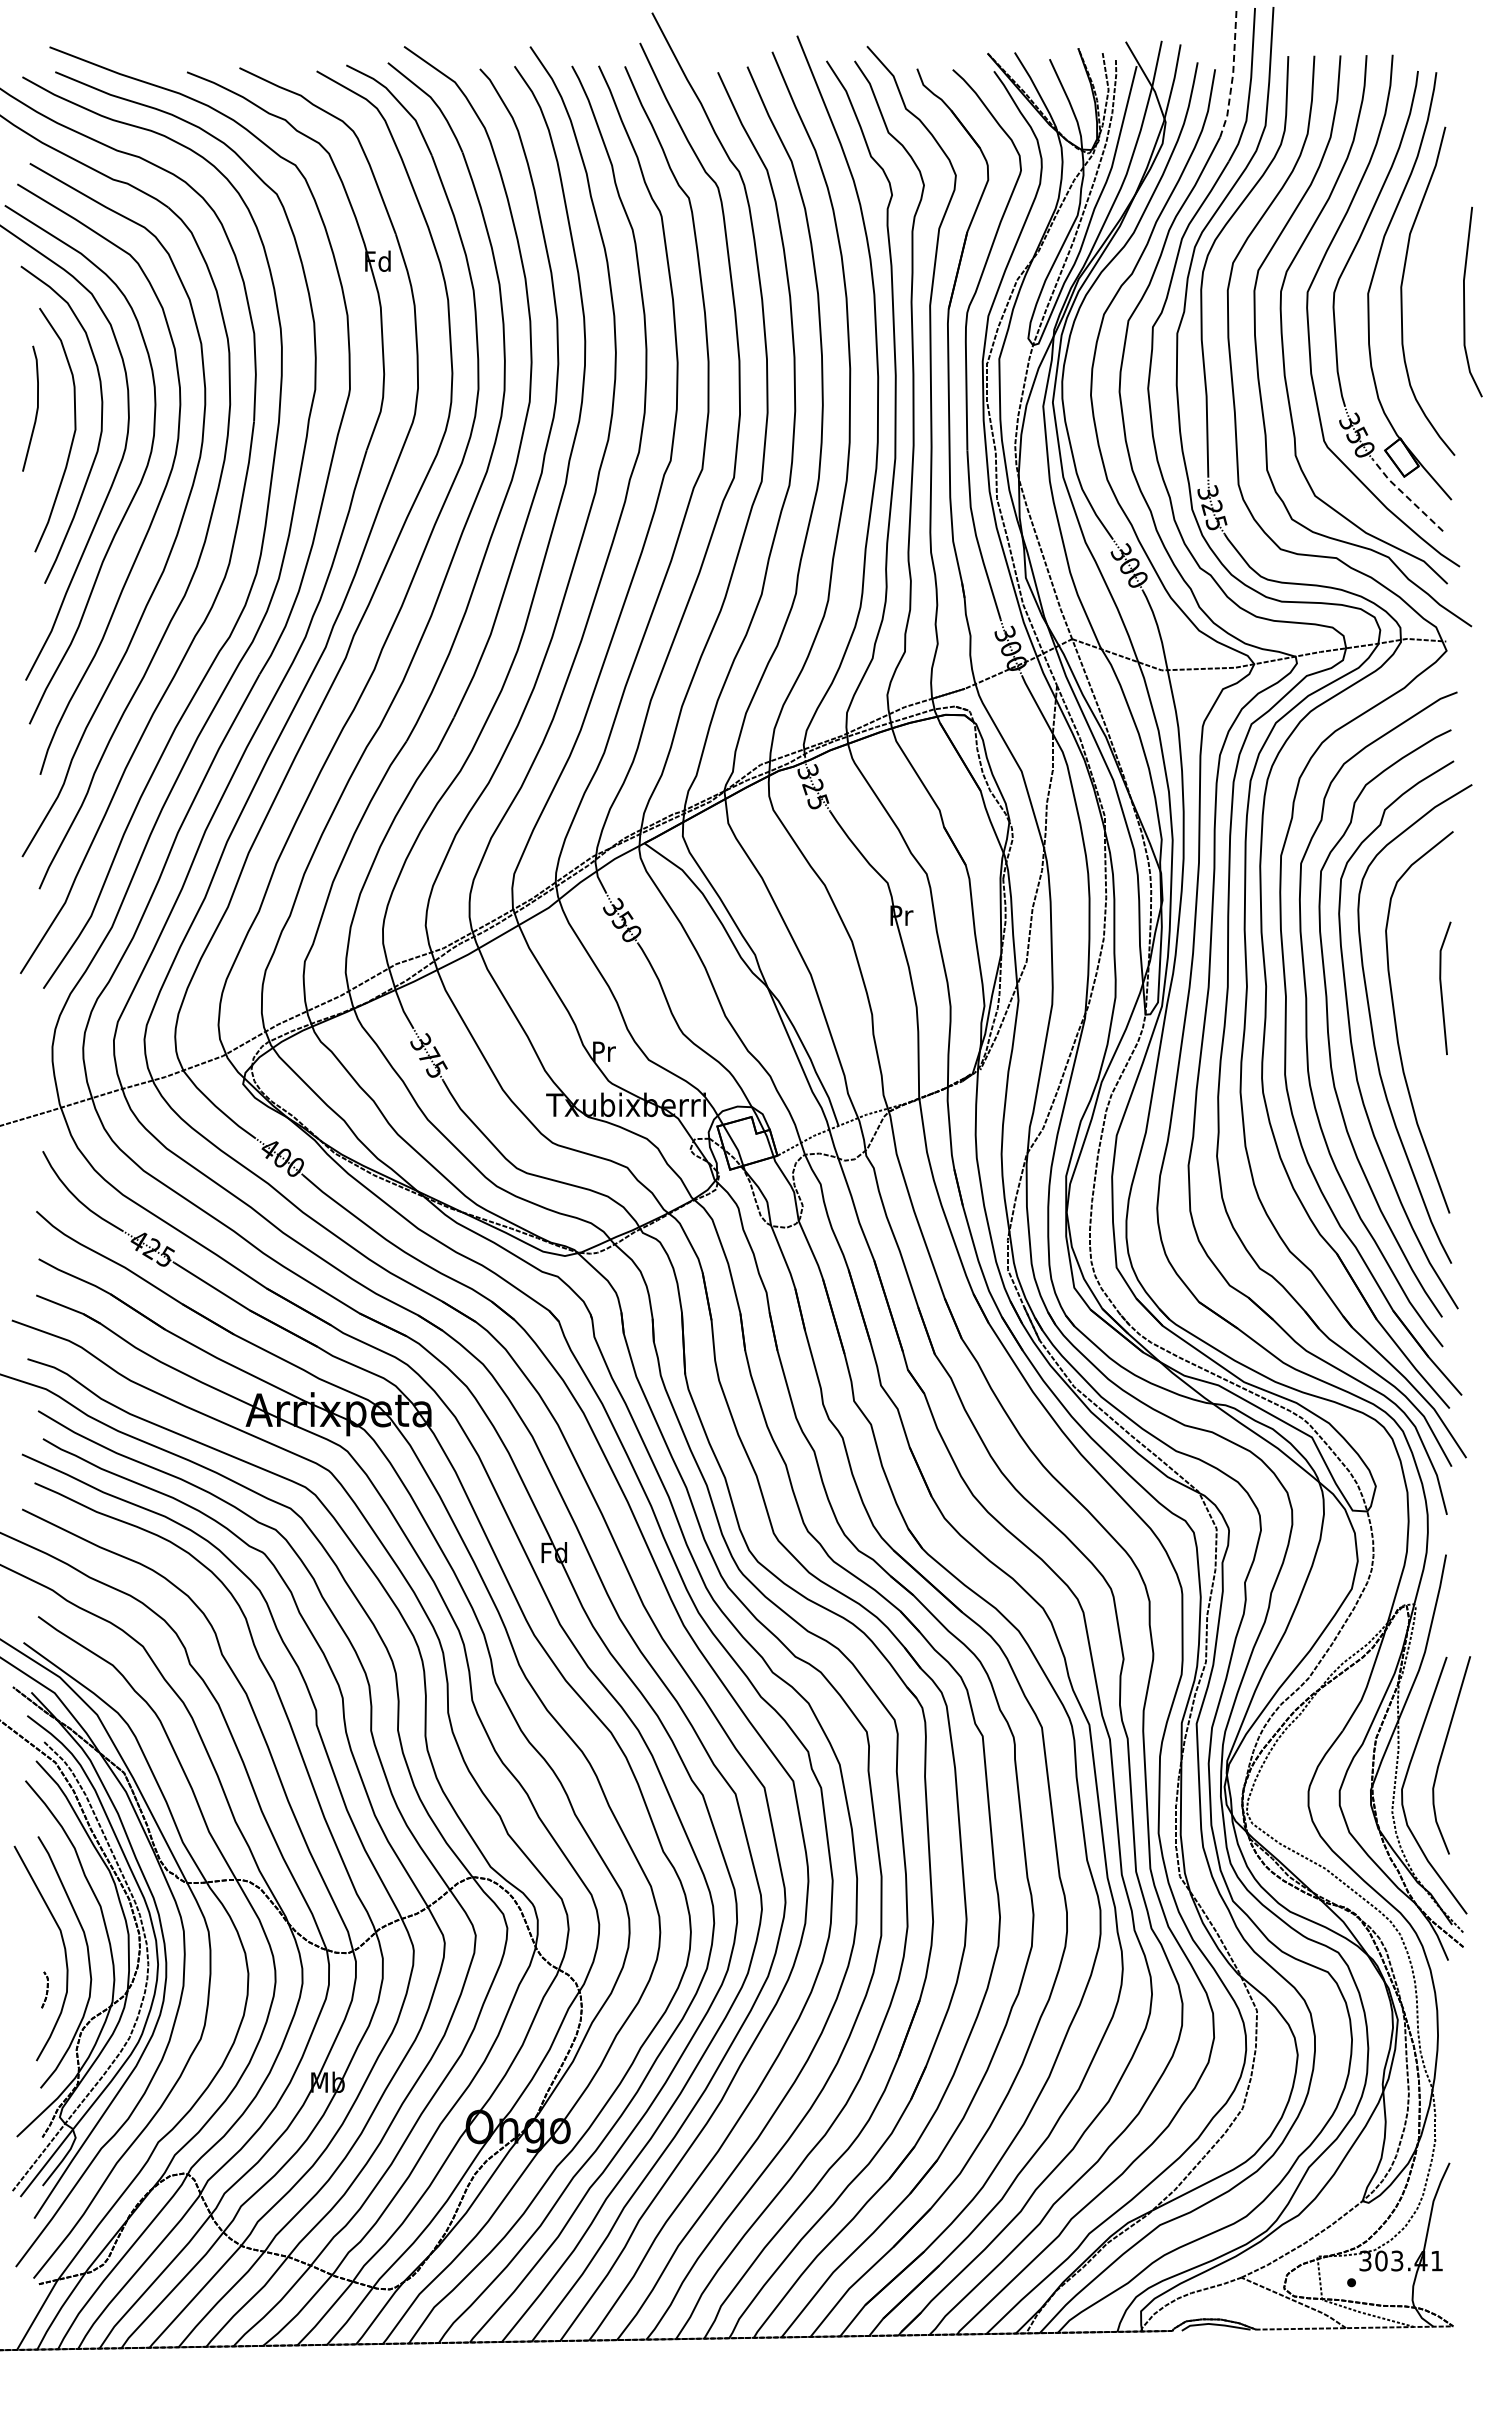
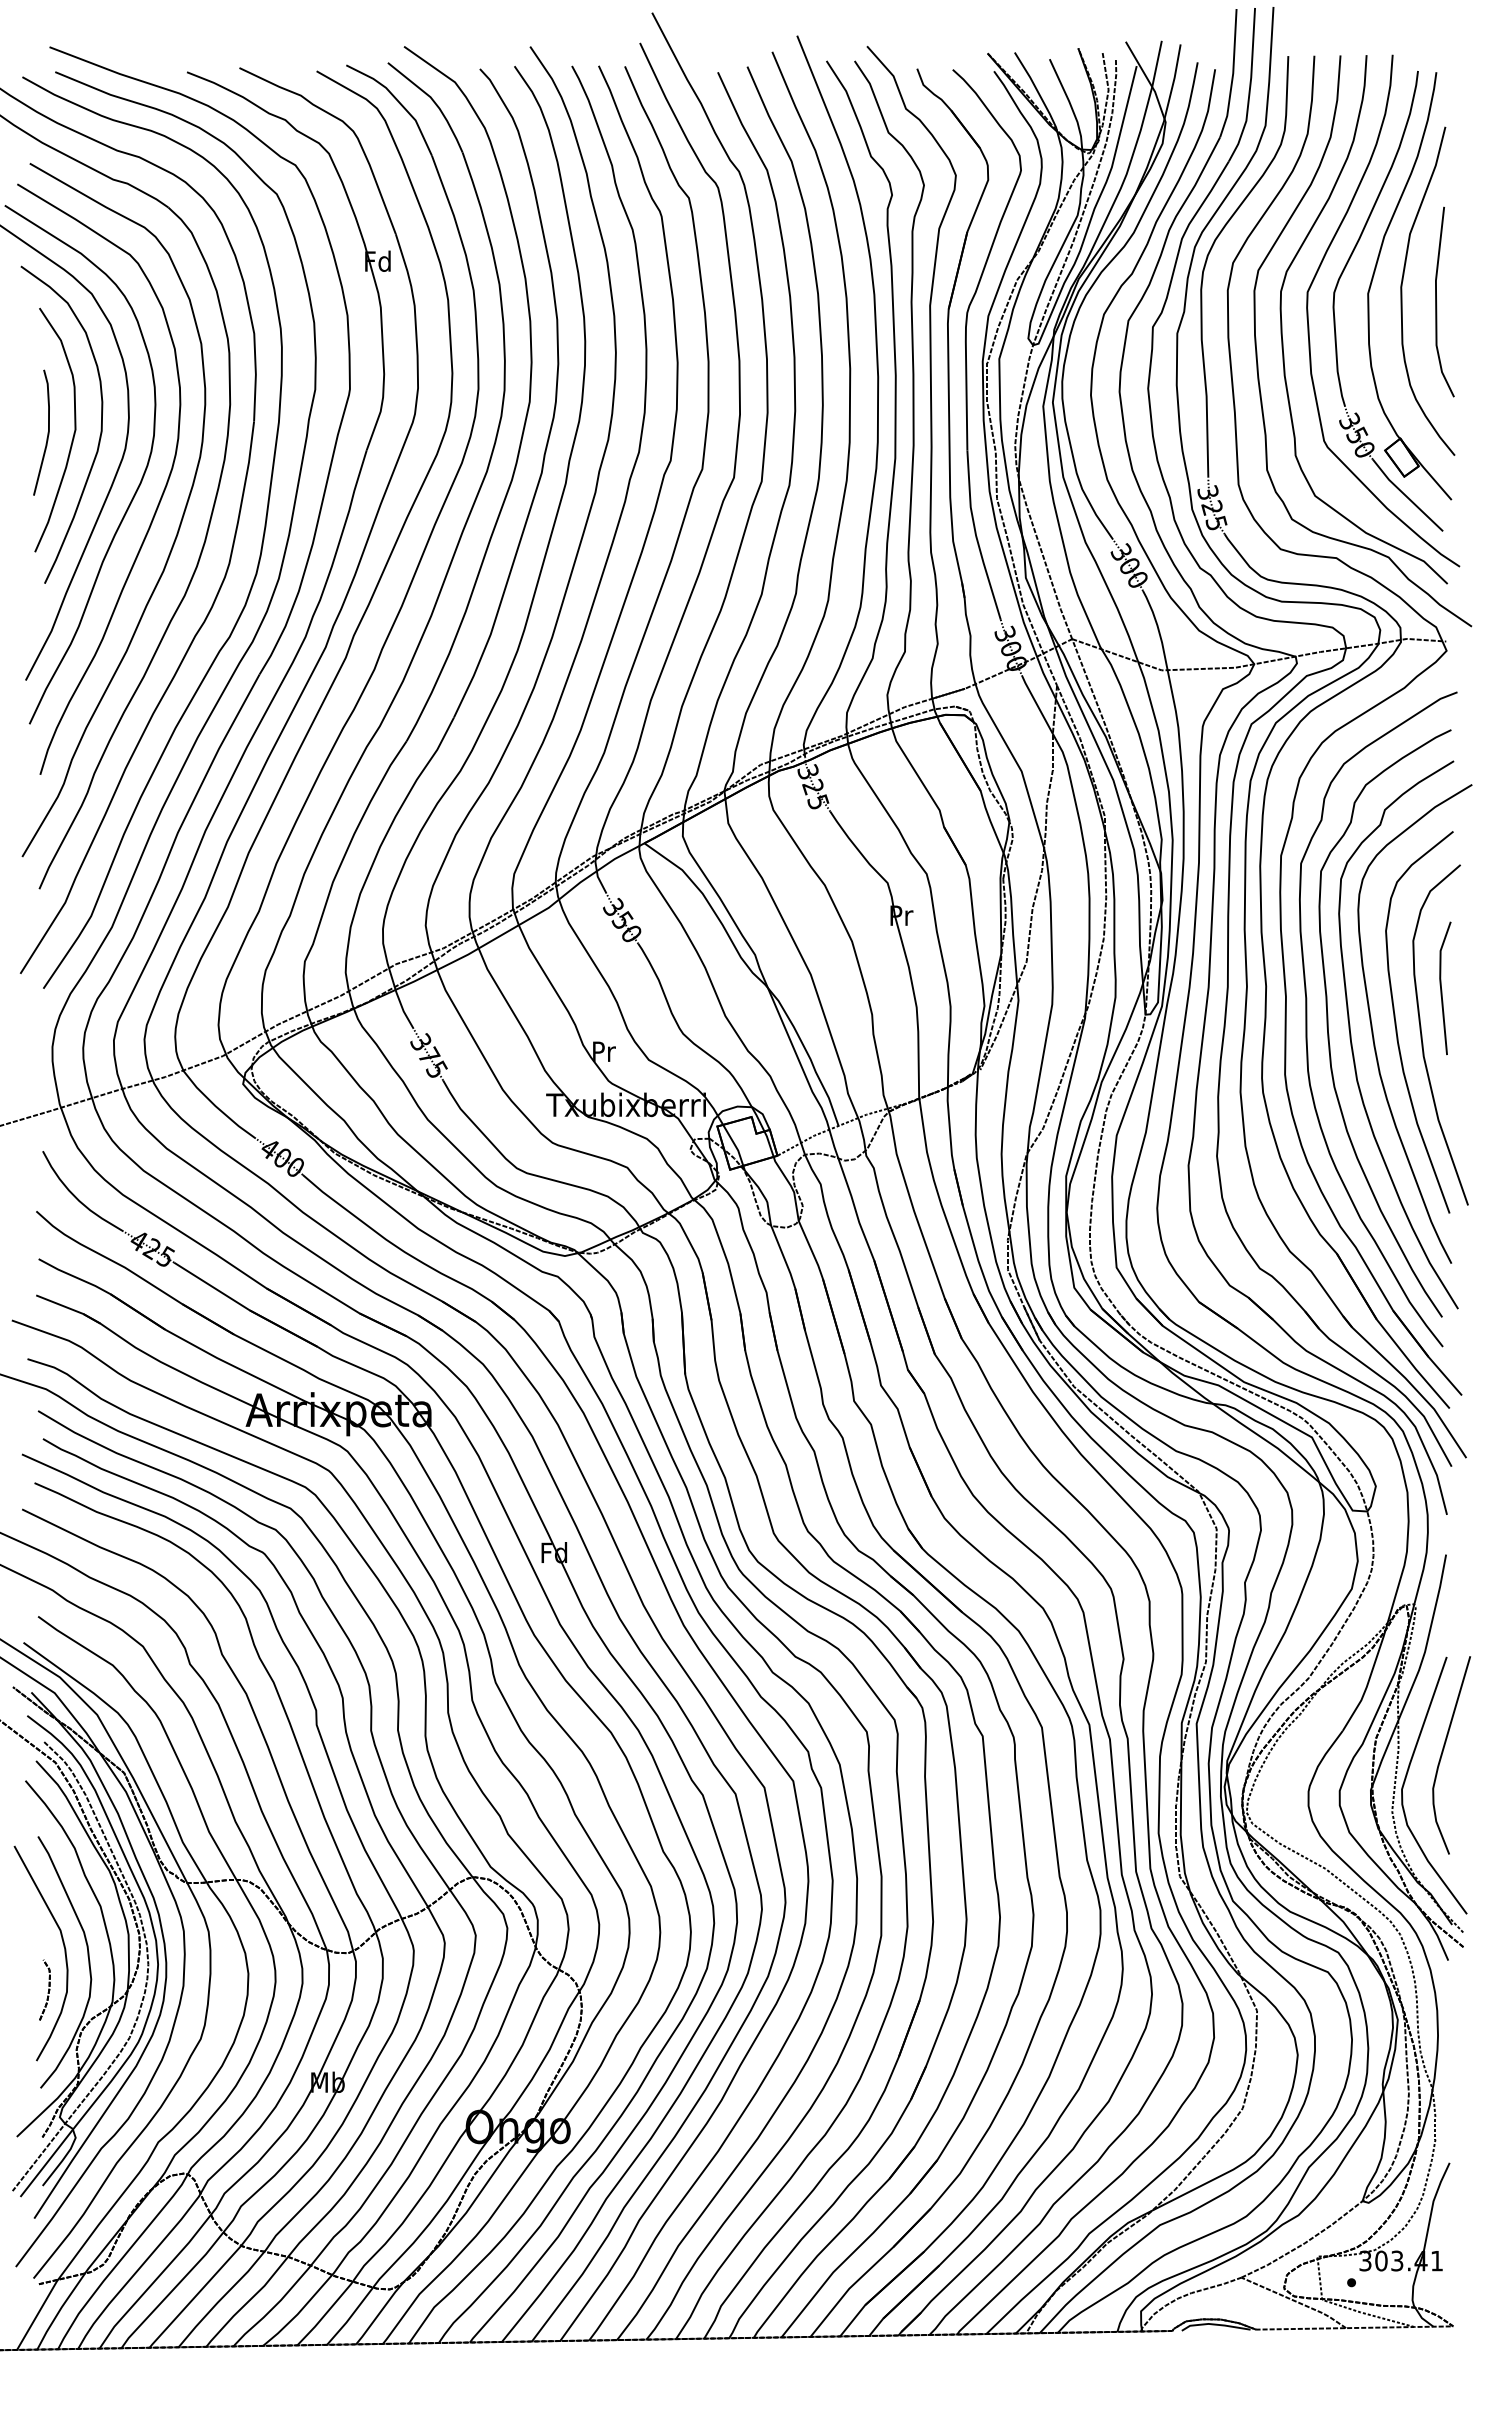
line at (1233, 74): dashed -> solid
line at (1465, 303) position: (1465, 303) -> (1437, 303)
curve at (36, 408) position: (36, 408) -> (47, 432)
line at (1406, 496): dashed -> solid
curve at (1422, 1034): none -> present
part at (44, 1989) size: 8x38 px -> 12x62 px
